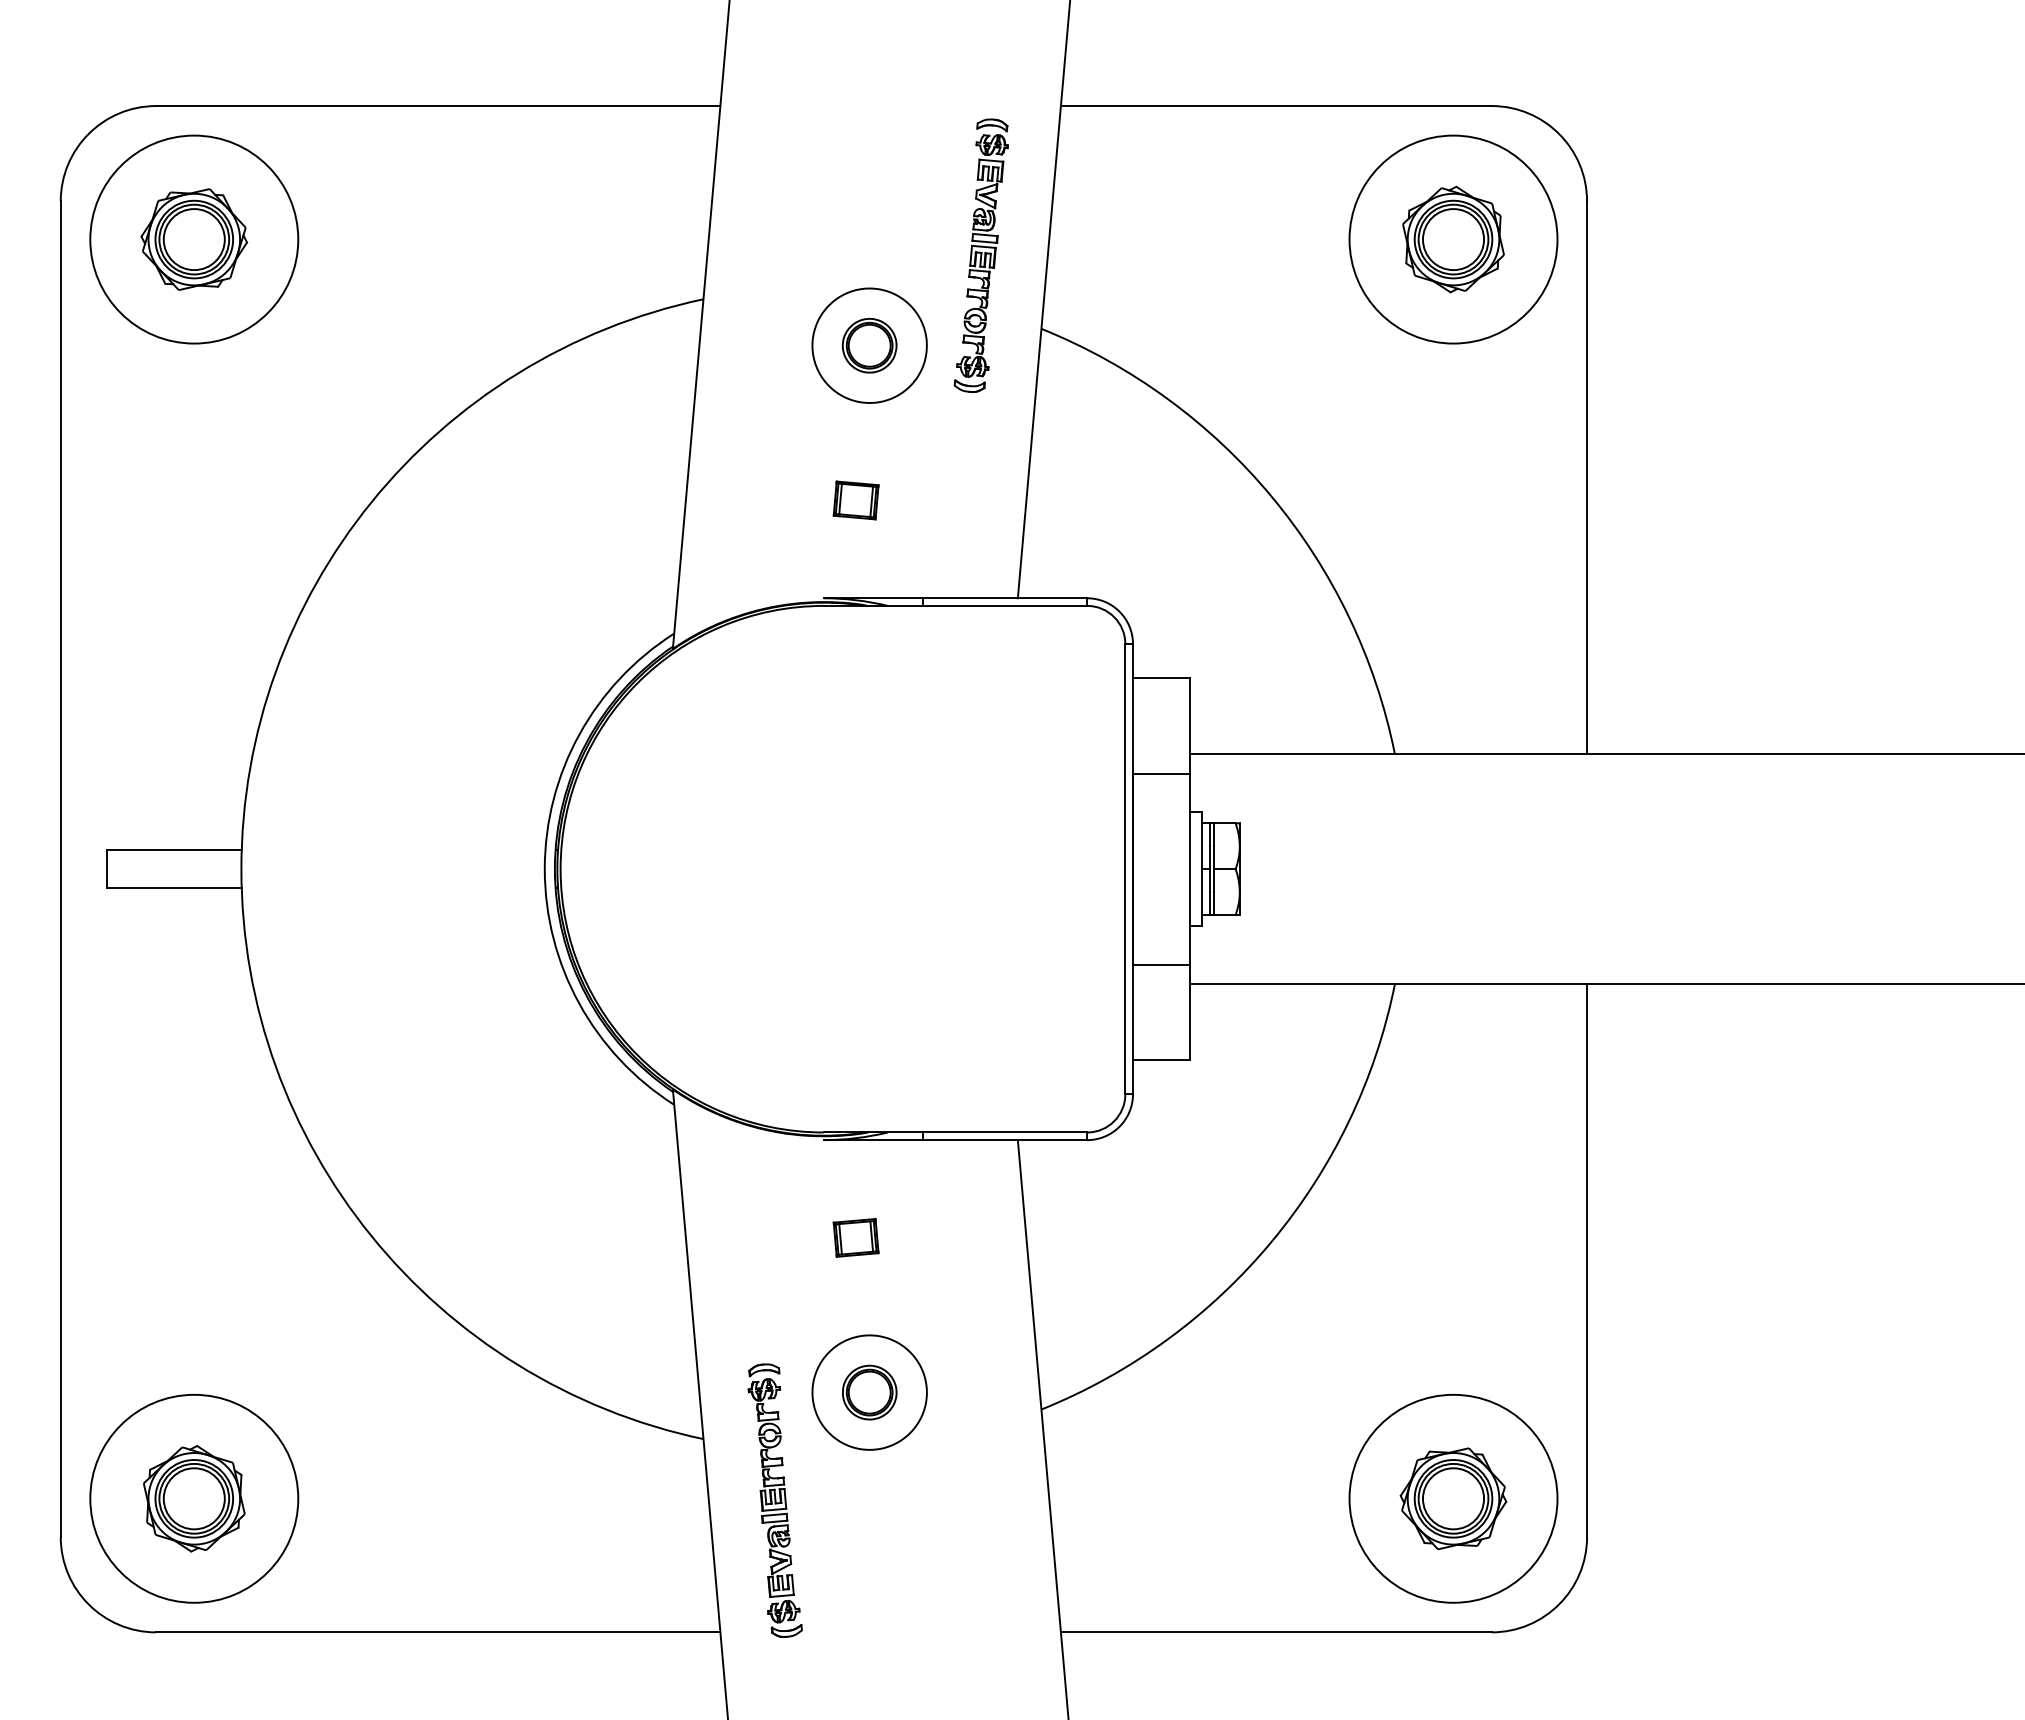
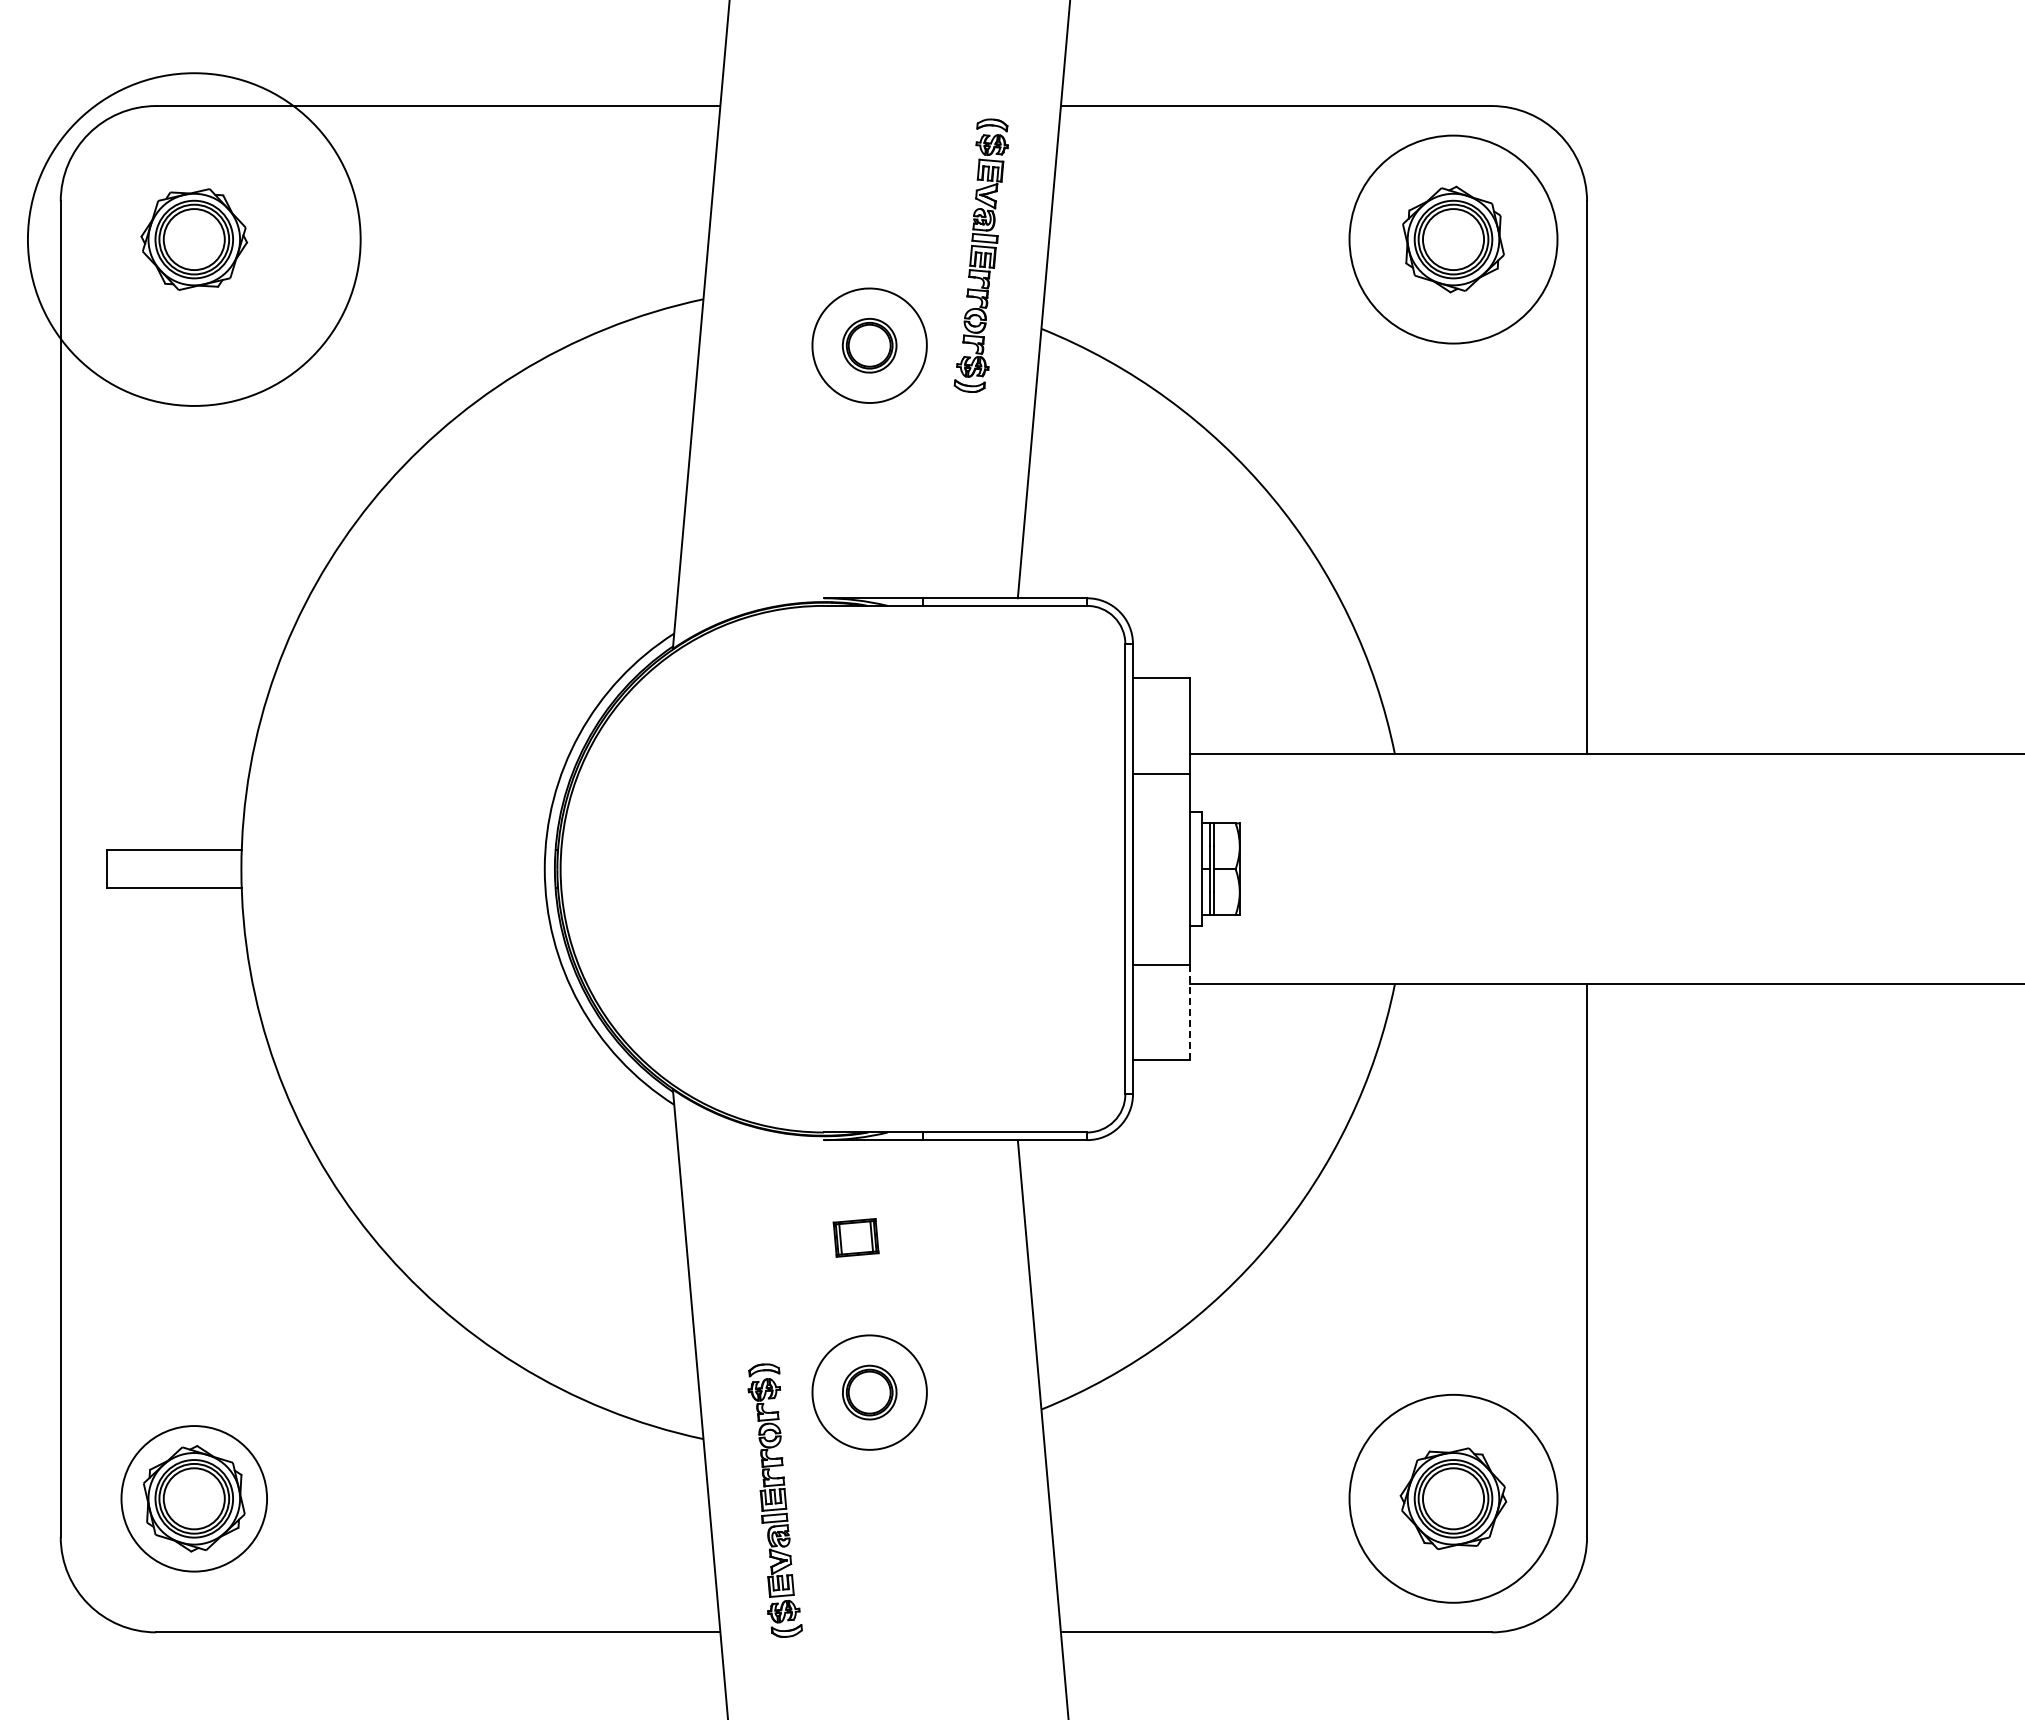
circle at (194, 239) diameter: 208 px -> 333 px
part at (855, 500): present -> none
line at (1190, 1012): solid -> dashed
circle at (194, 1498) diameter: 208 px -> 146 px
